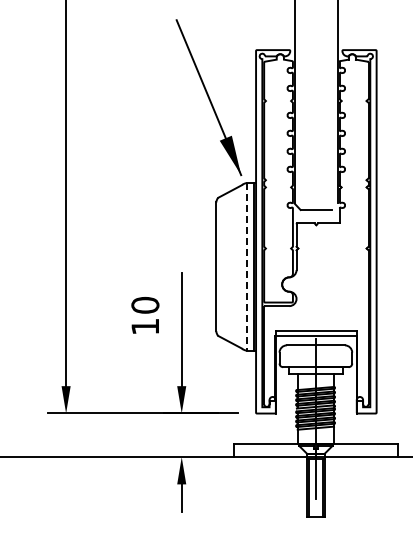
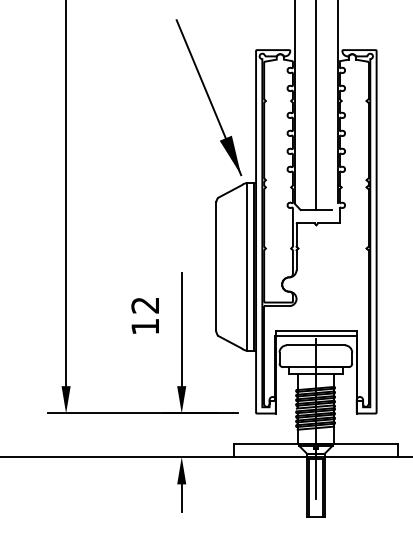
line at (316, 106): none -> present
line at (246, 266): dashed -> solid
text at (145, 304): 10 -> 12
